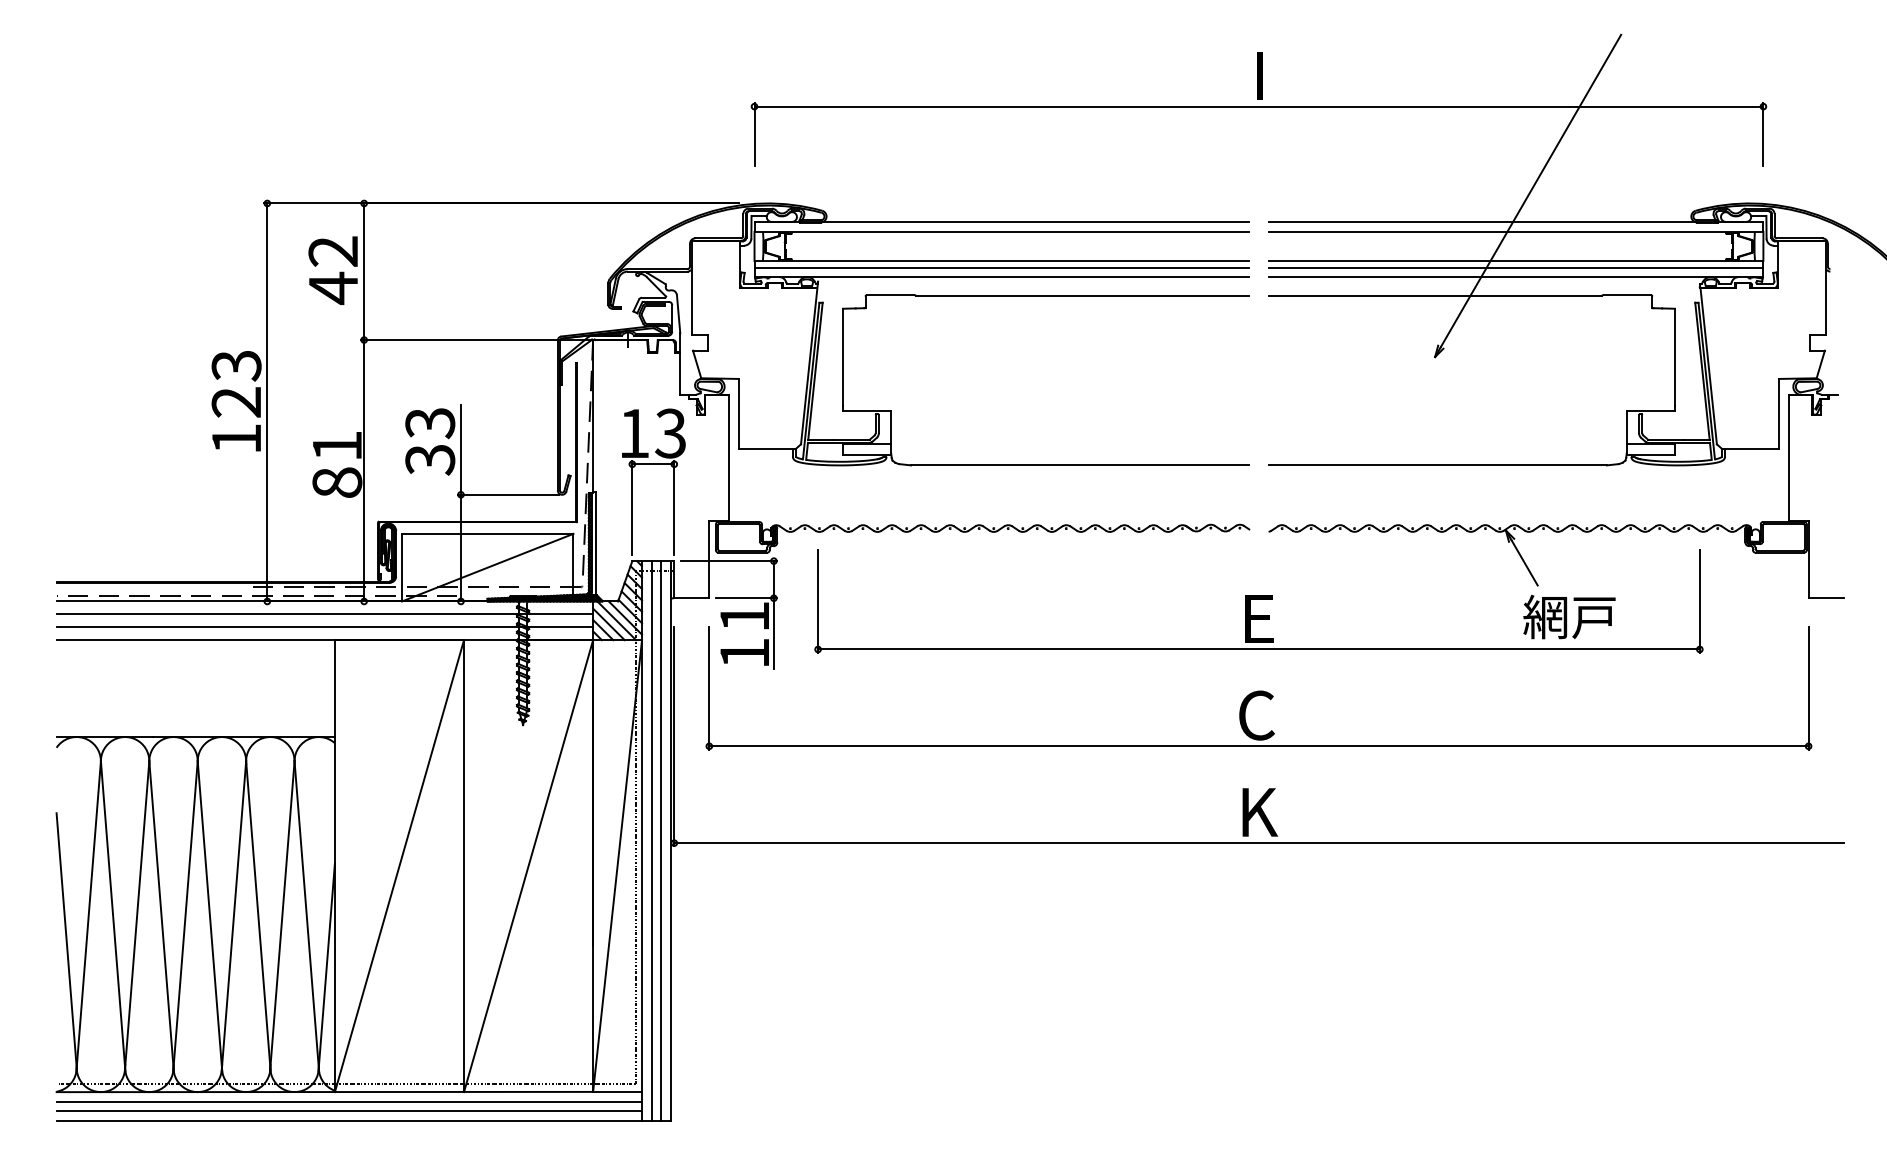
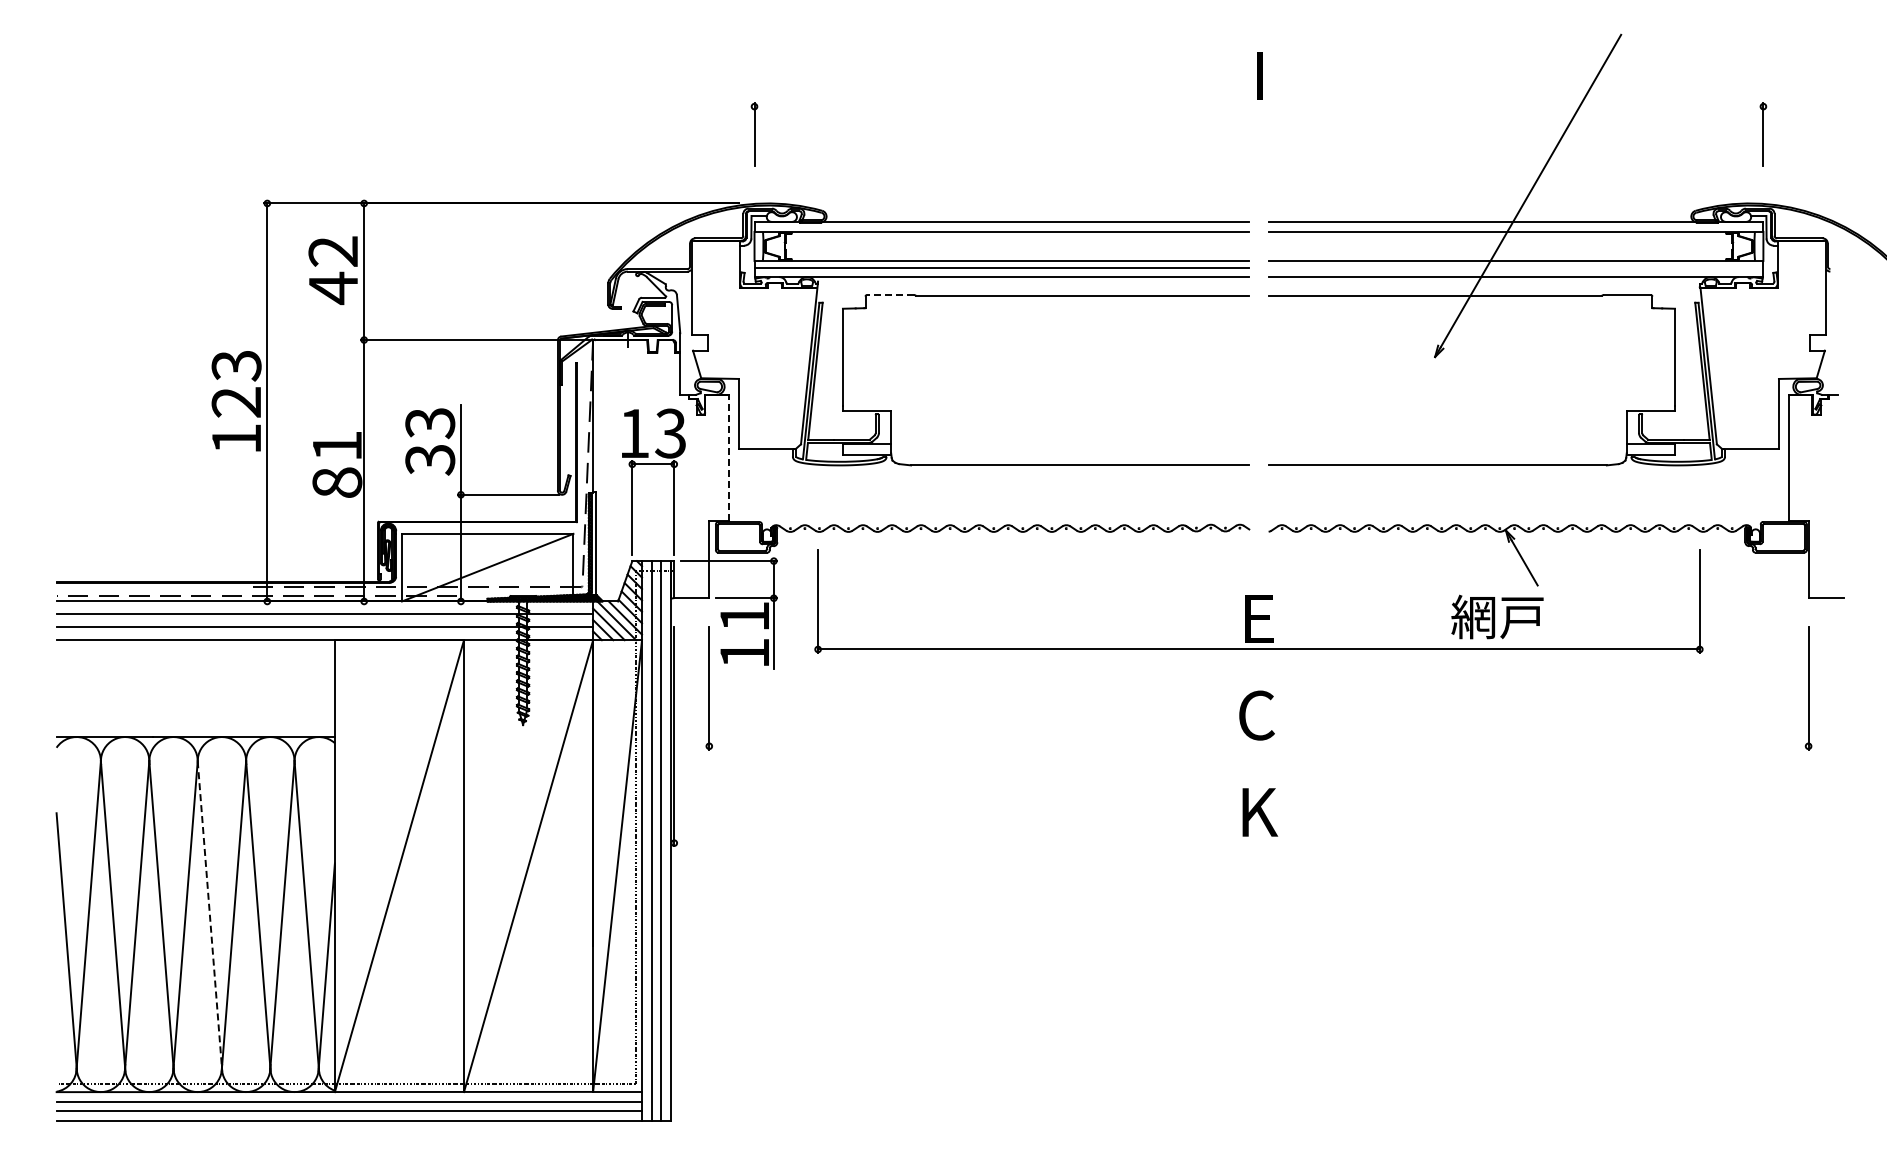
line at (1258, 106): present -> none
line at (1515, 268): present -> none
line at (889, 294): solid -> dashed
line at (728, 457): solid -> dashed
text at (1569, 616) position: (1569, 616) -> (1497, 616)
line at (1258, 746): present -> none
line at (1258, 843): present -> none
line at (210, 916): solid -> dashed
